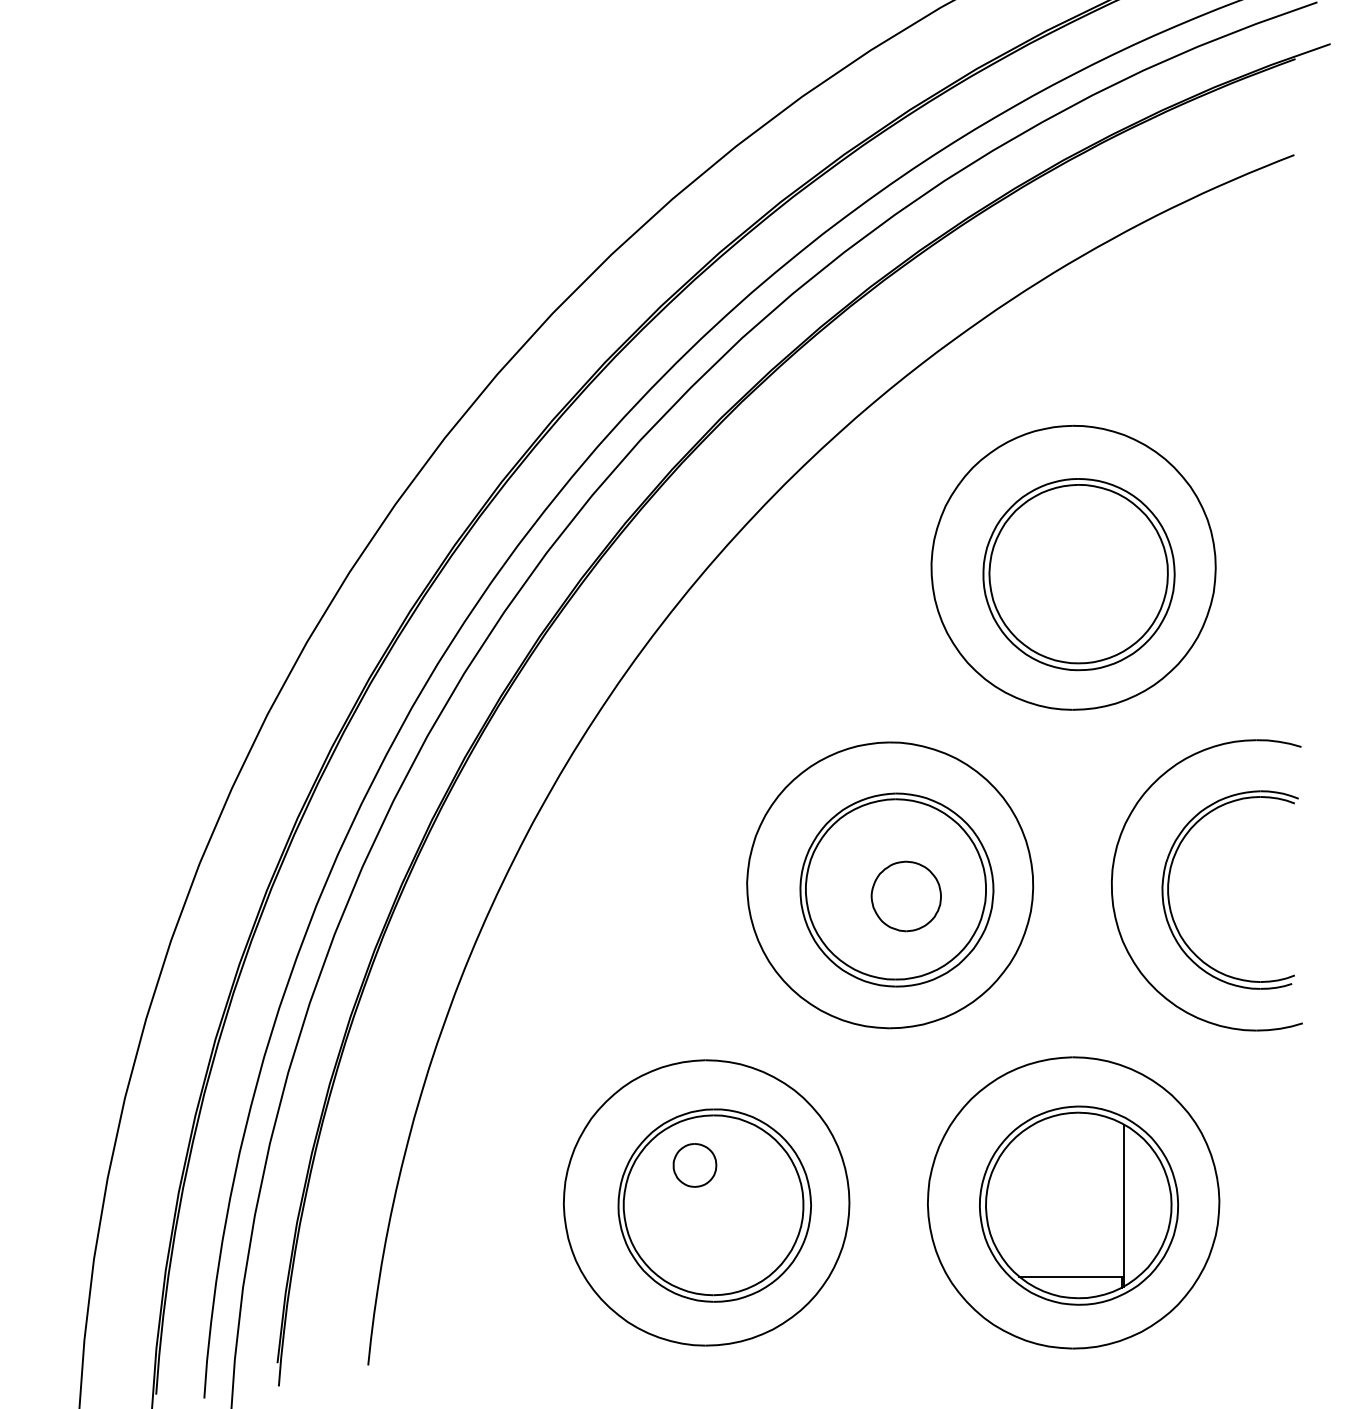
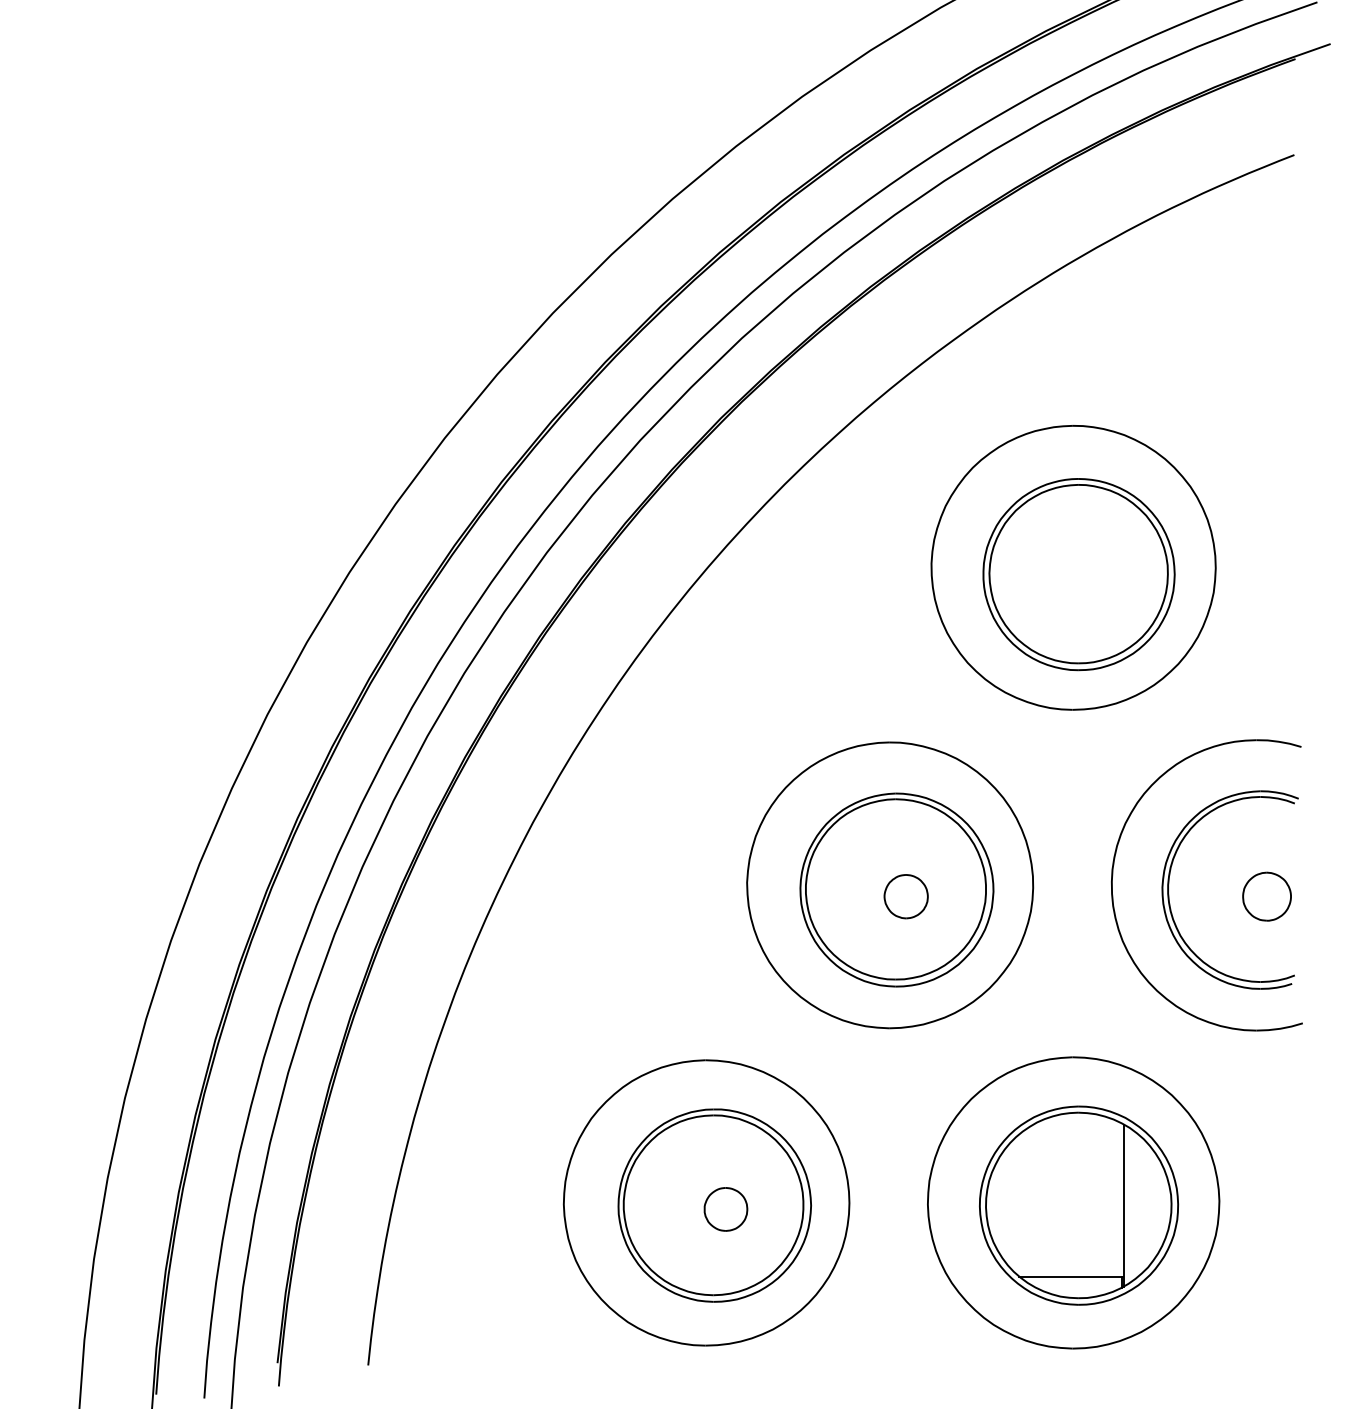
part at (905, 896) size: 72x73 px -> 46x46 px
part at (1266, 896): none -> present
part at (694, 1165) position: (694, 1165) -> (725, 1209)
